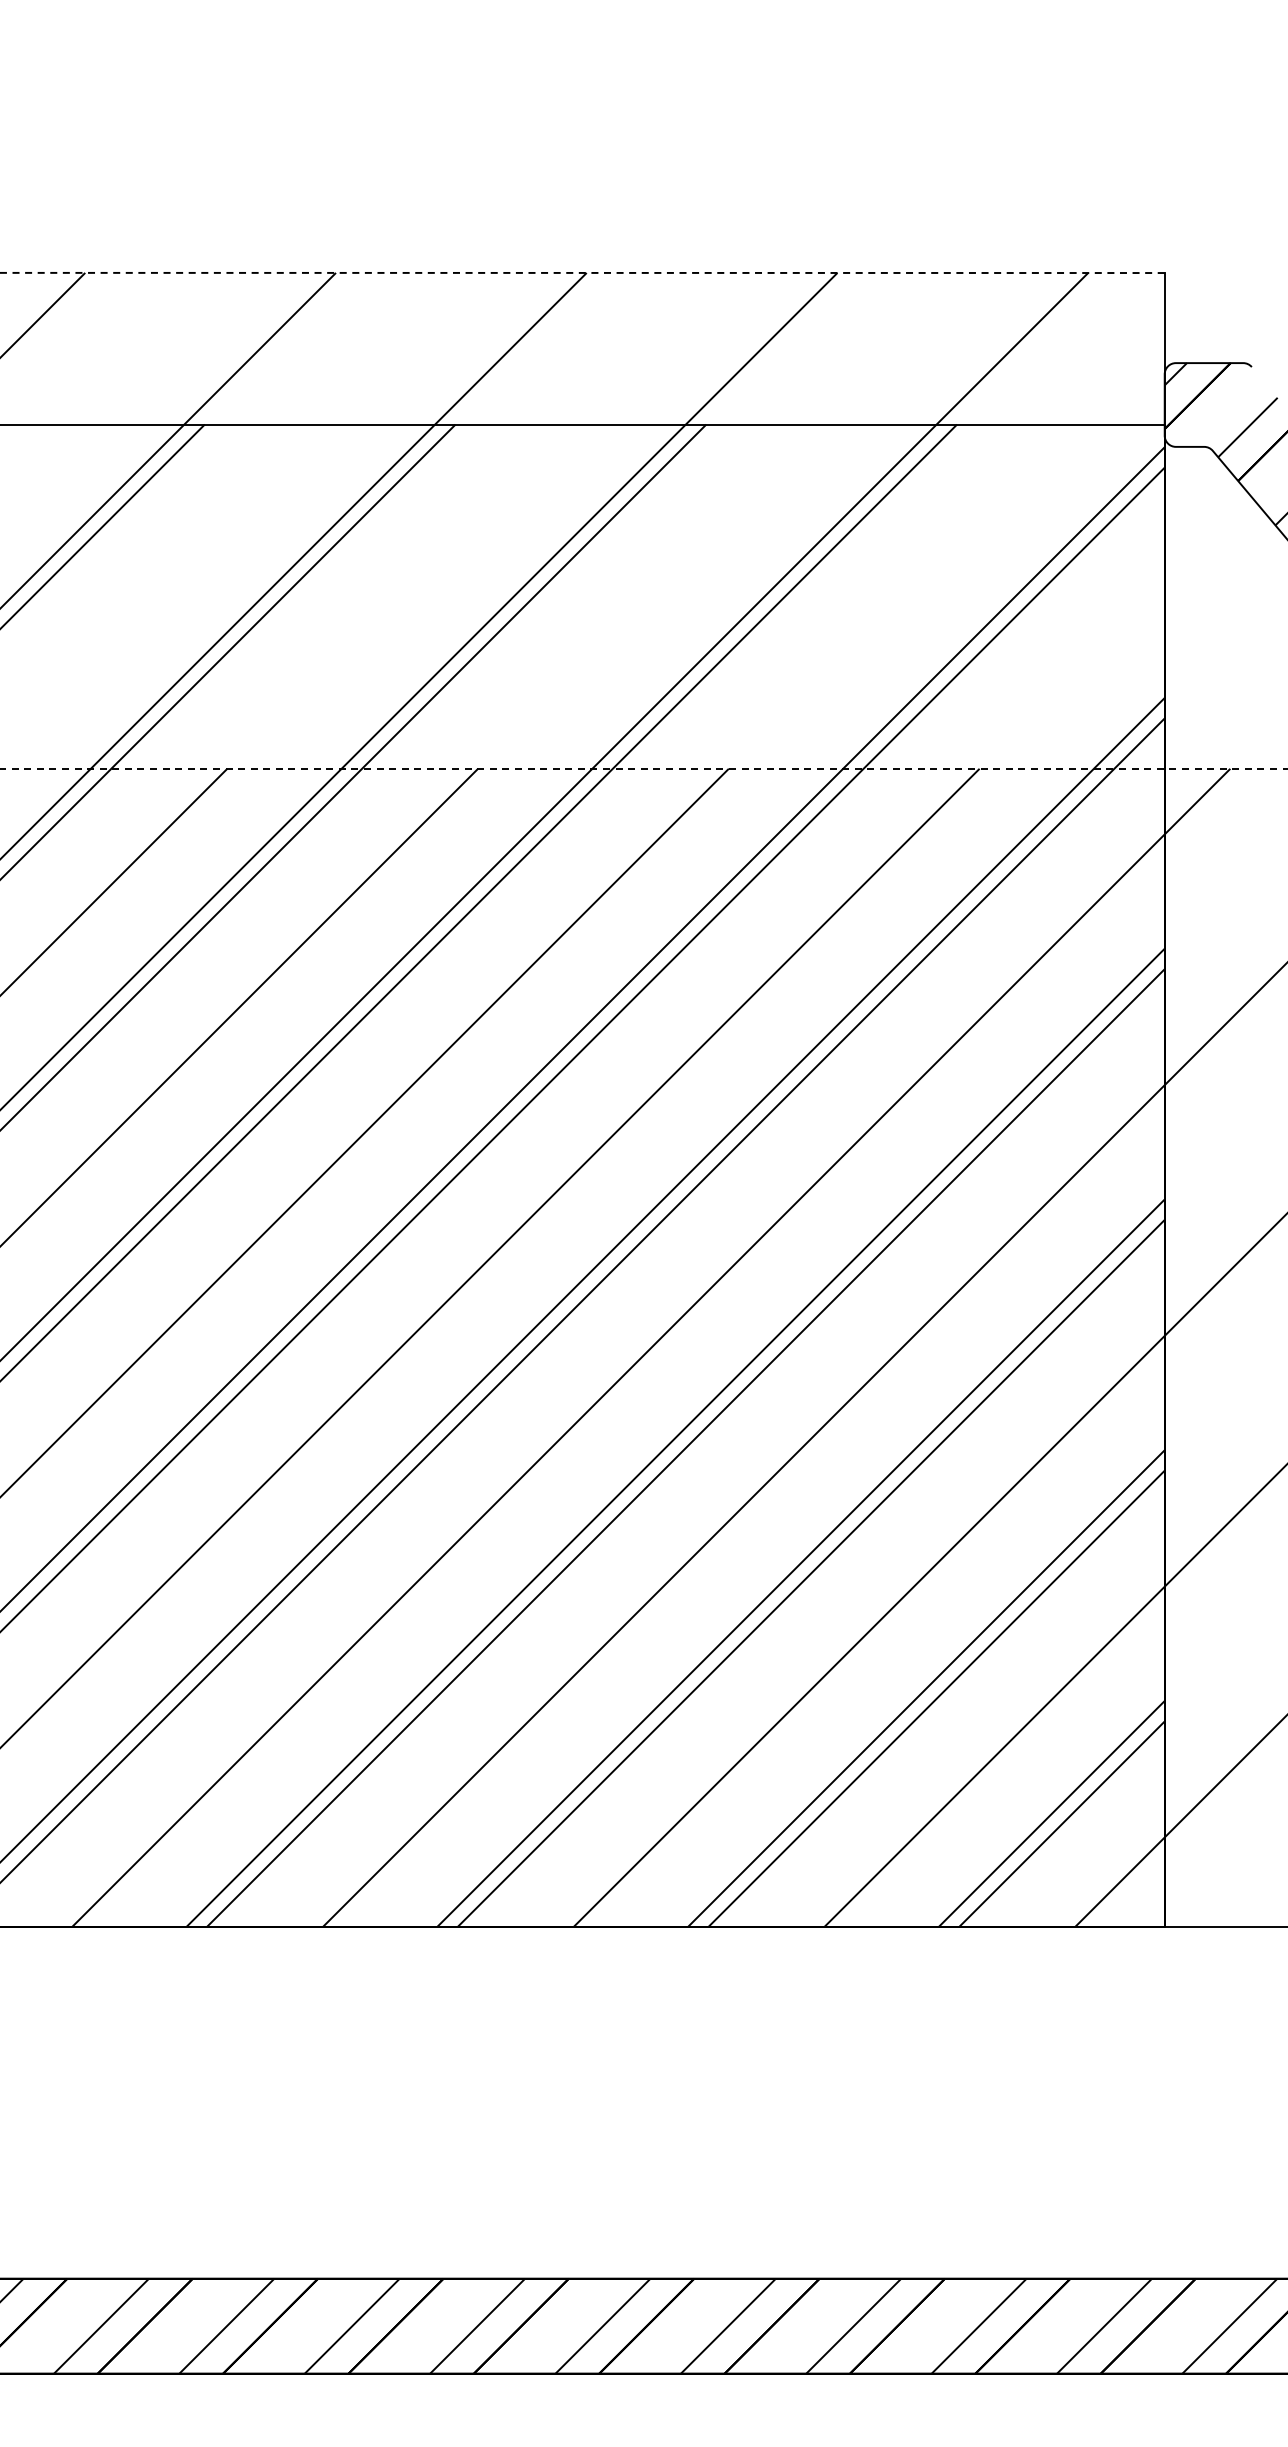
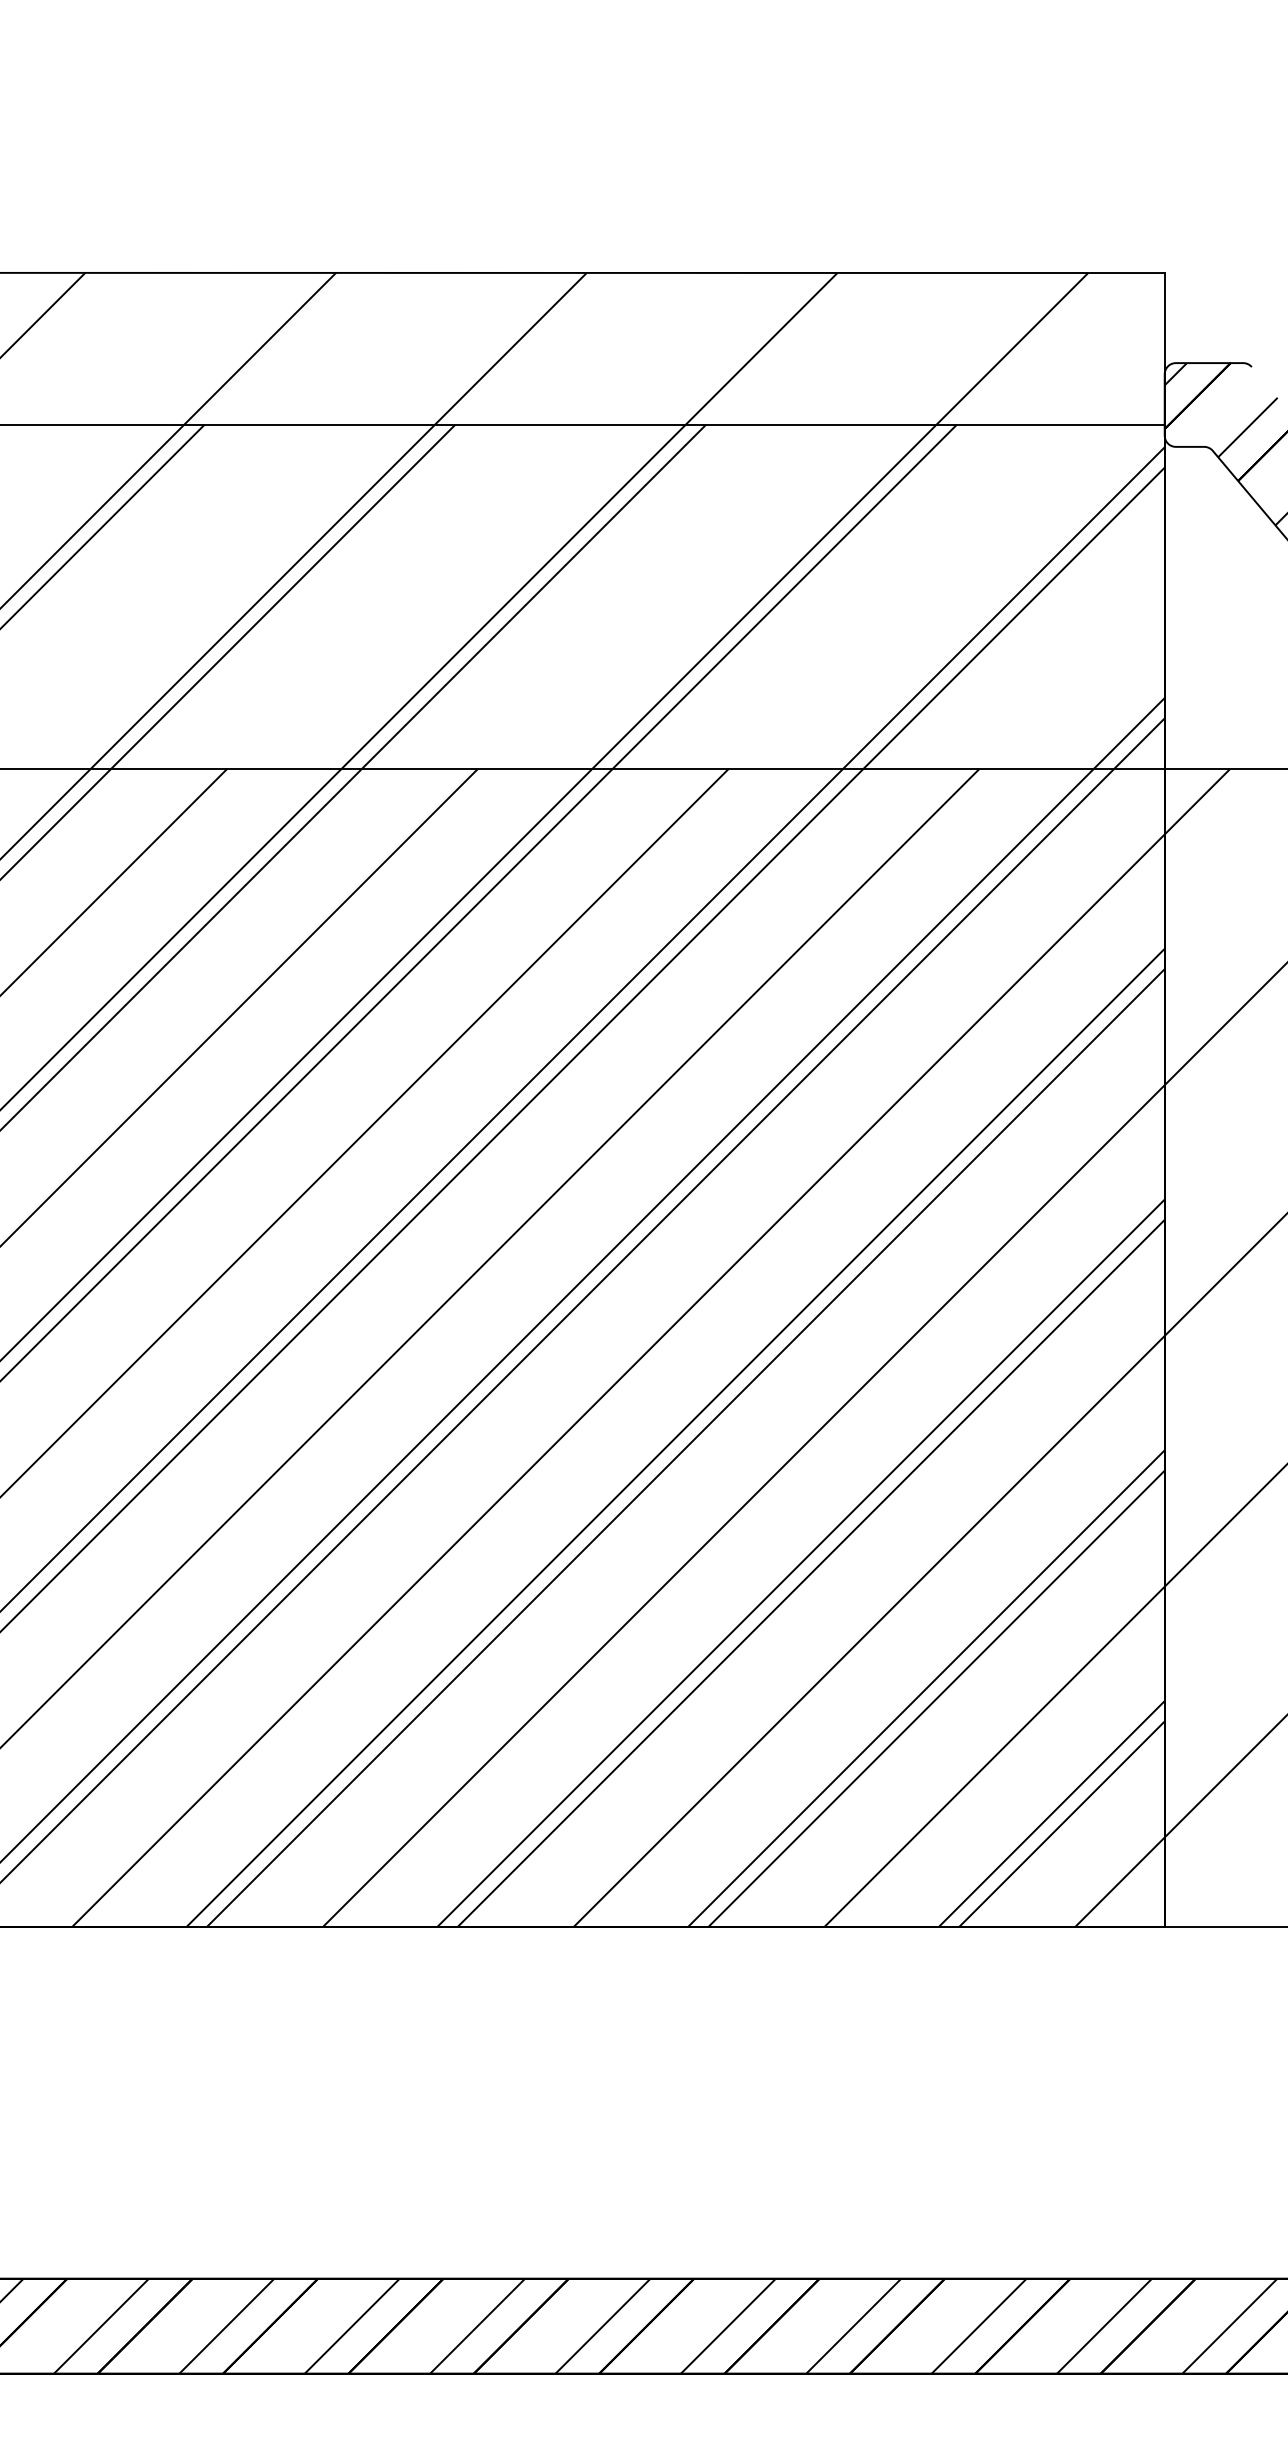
line at (582, 272): dashed -> solid
line at (643, 768): dashed -> solid
